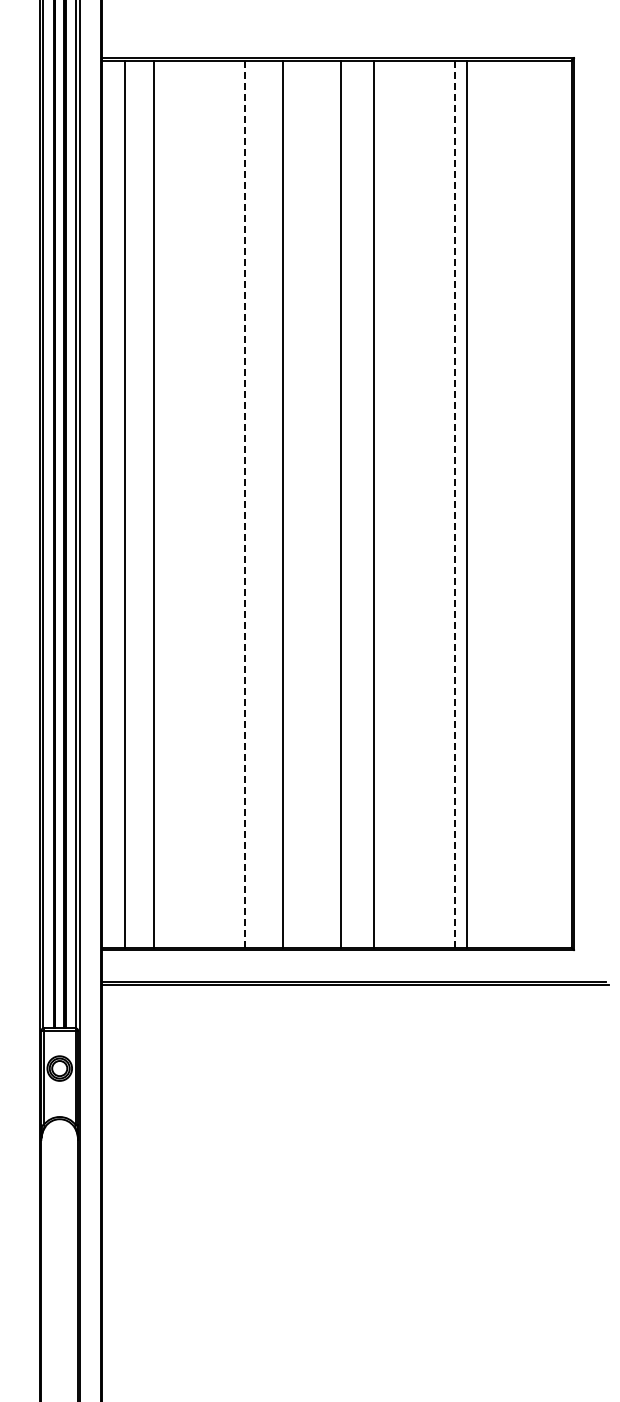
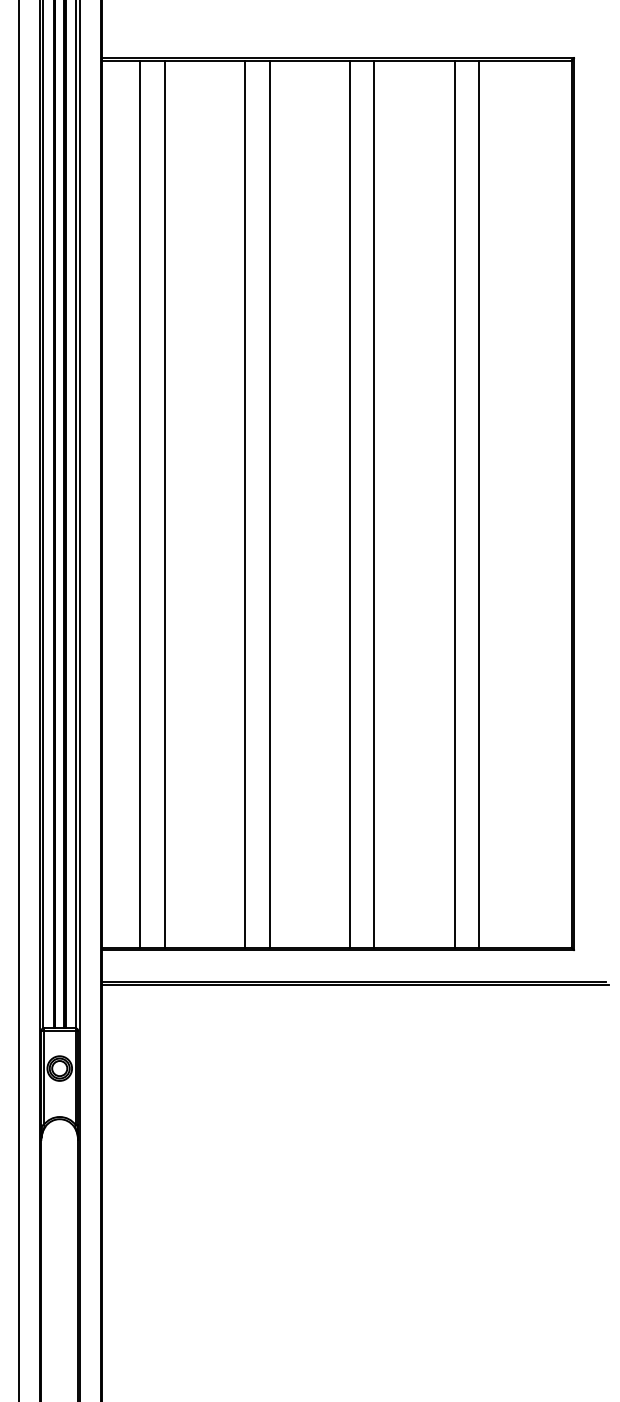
line at (125, 503) position: (125, 503) -> (140, 503)
line at (153, 503) position: (153, 503) -> (164, 503)
line at (282, 503) position: (282, 503) -> (269, 503)
line at (340, 503) position: (340, 503) -> (349, 503)
line at (467, 503) position: (467, 503) -> (479, 503)
line at (245, 504): dashed -> solid
line at (454, 504): dashed -> solid
line at (18, 700): none -> present
